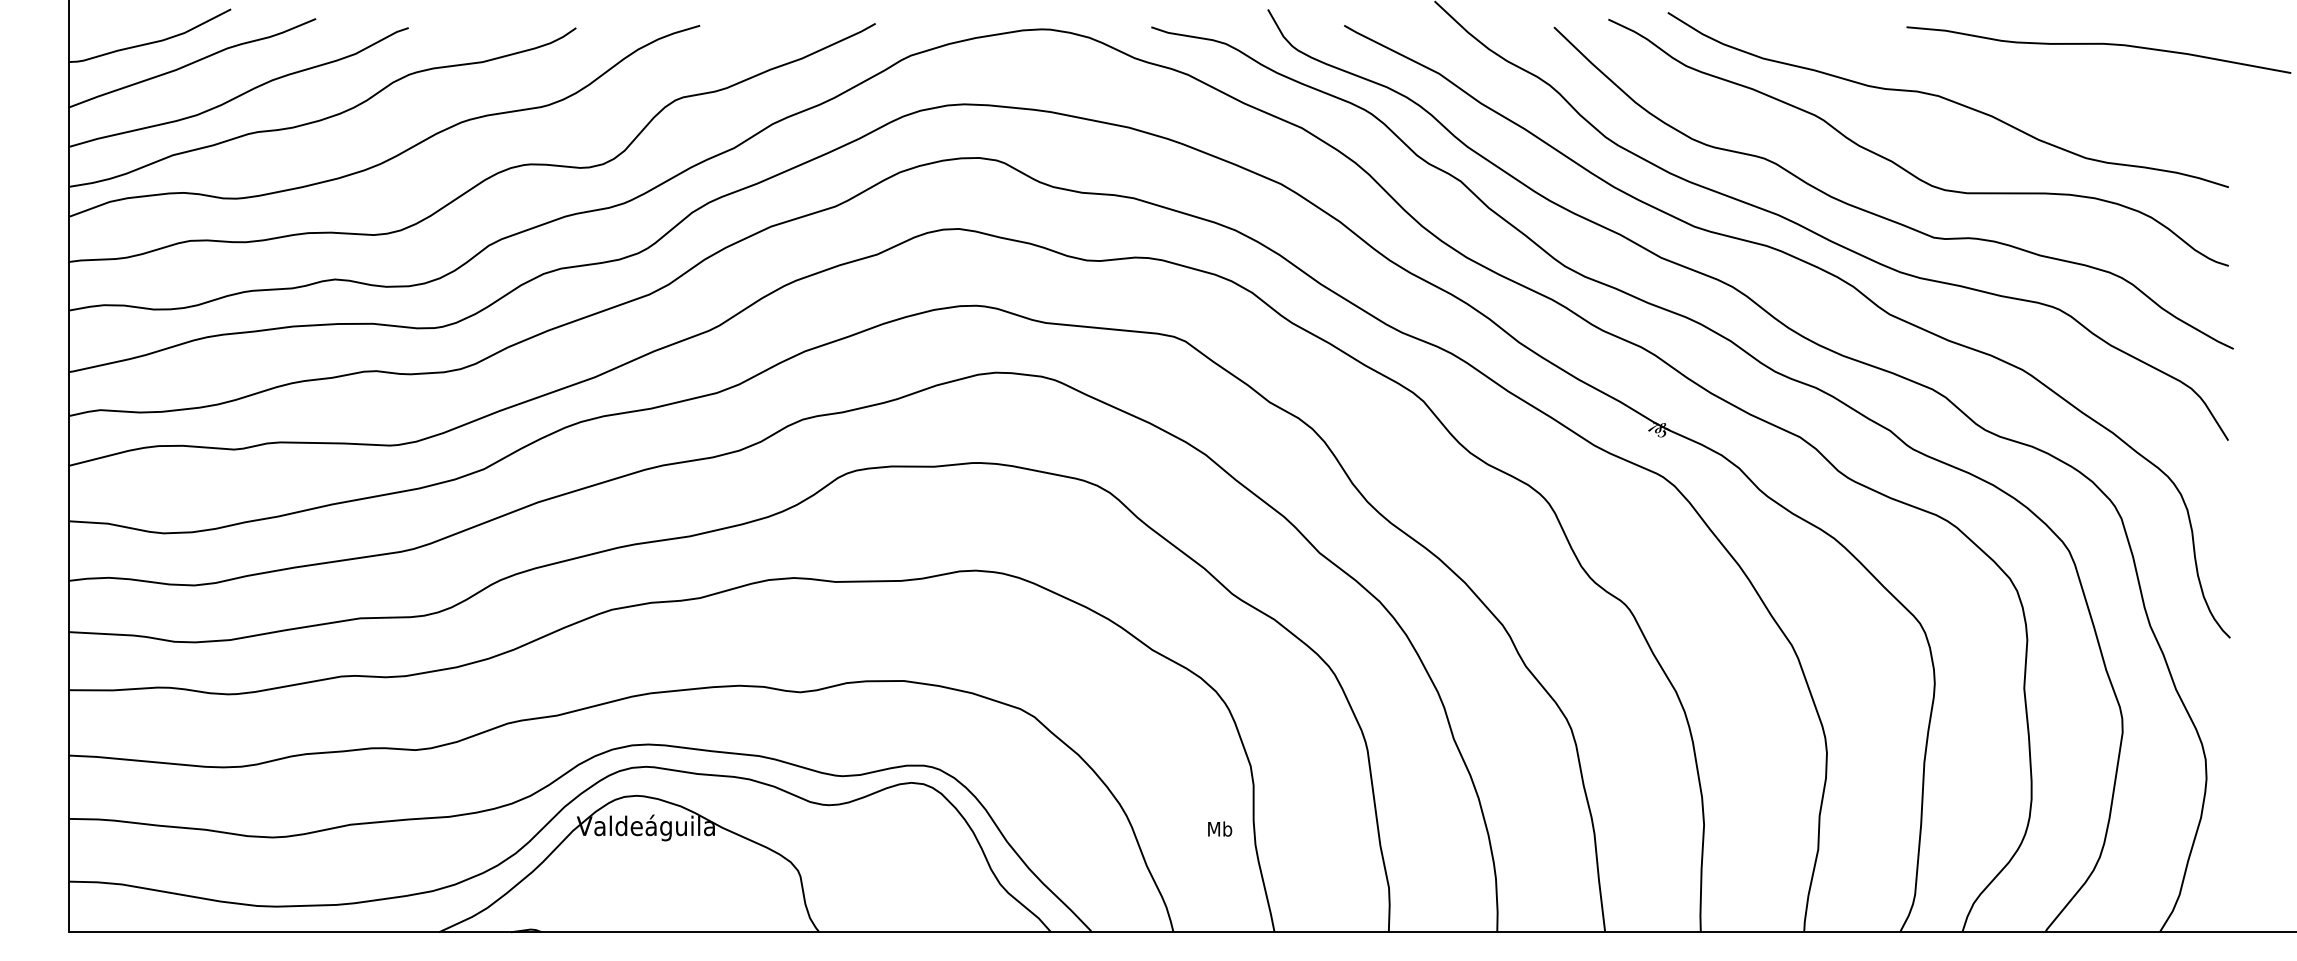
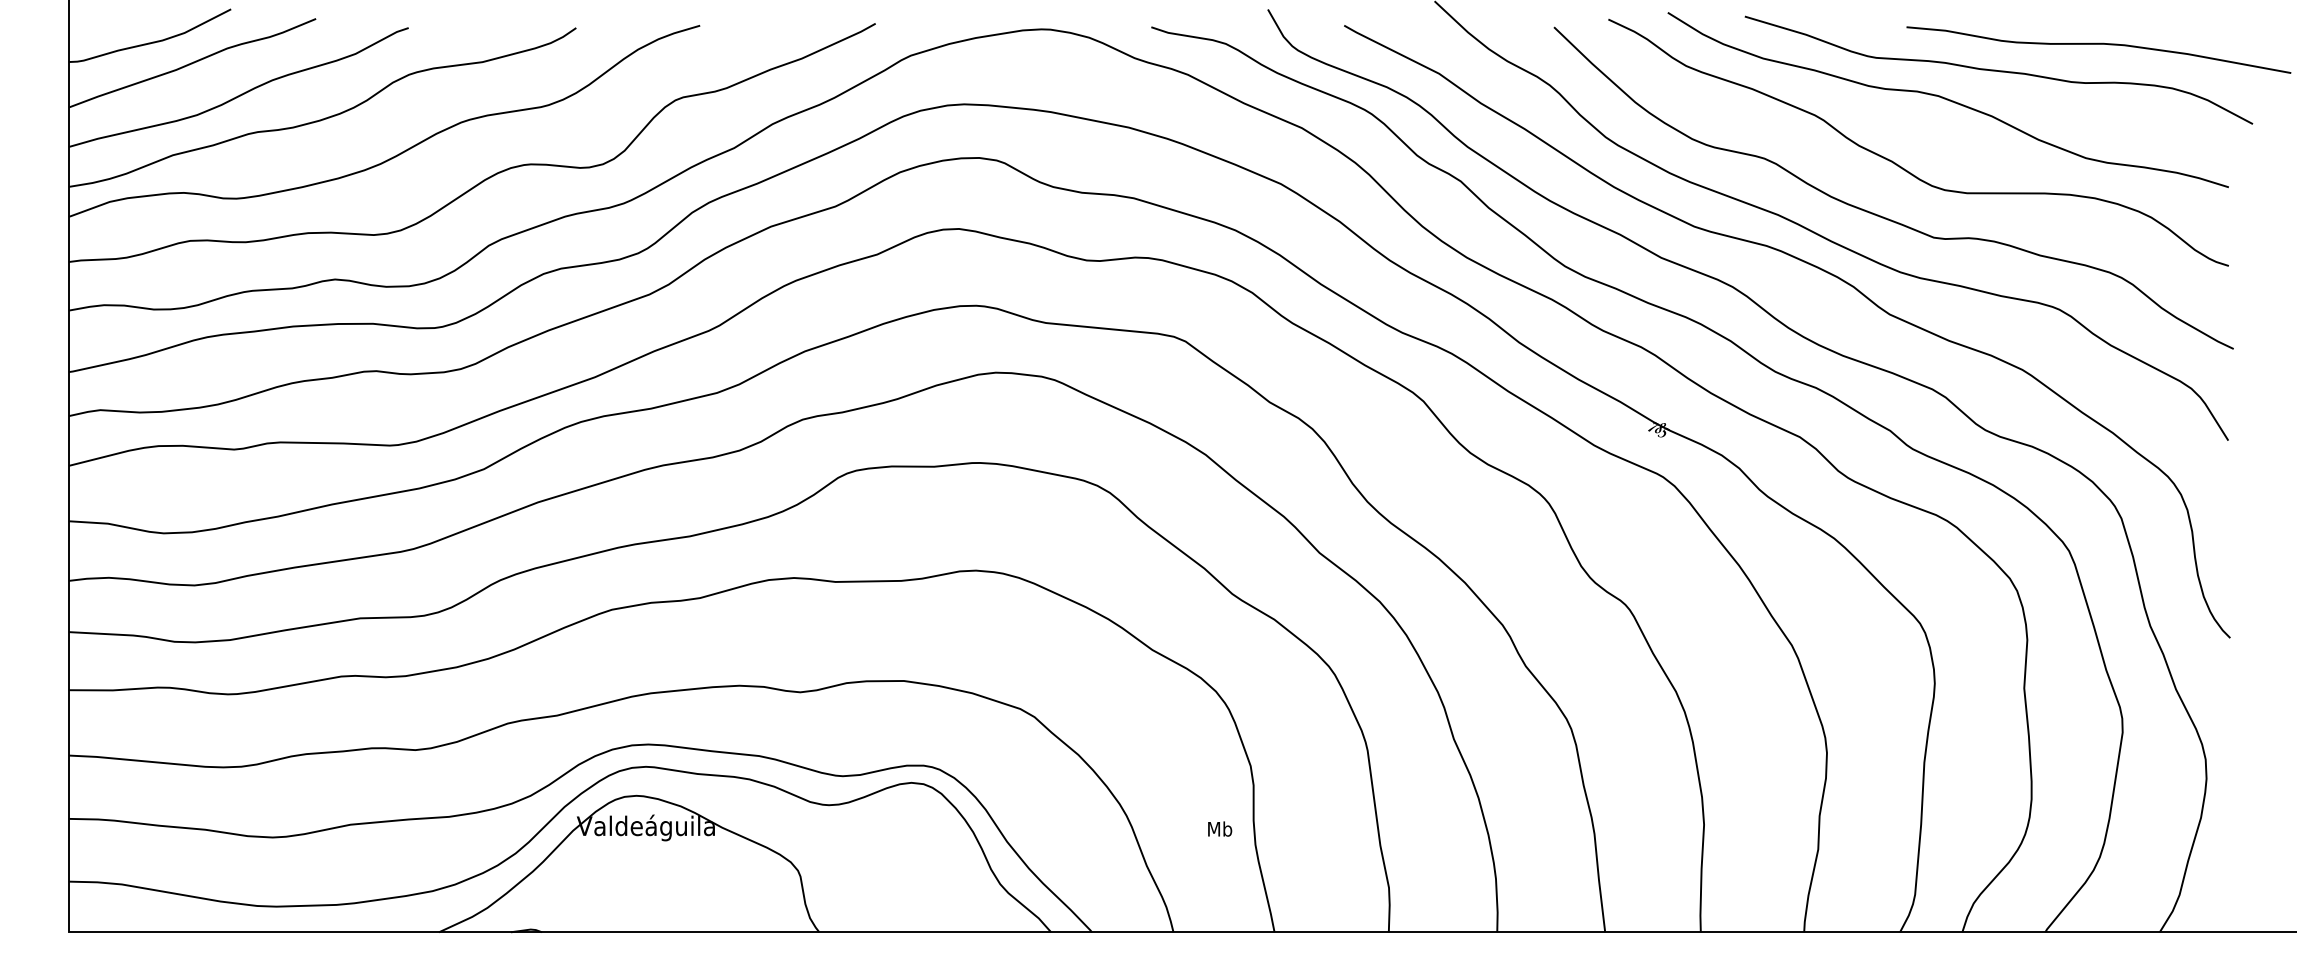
curve at (1998, 70): none -> present
